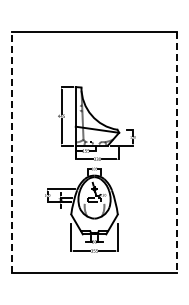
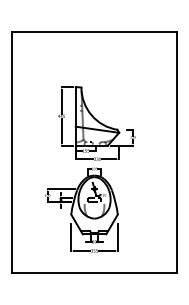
line at (11, 151): dashed -> solid
line at (177, 152): dashed -> solid
